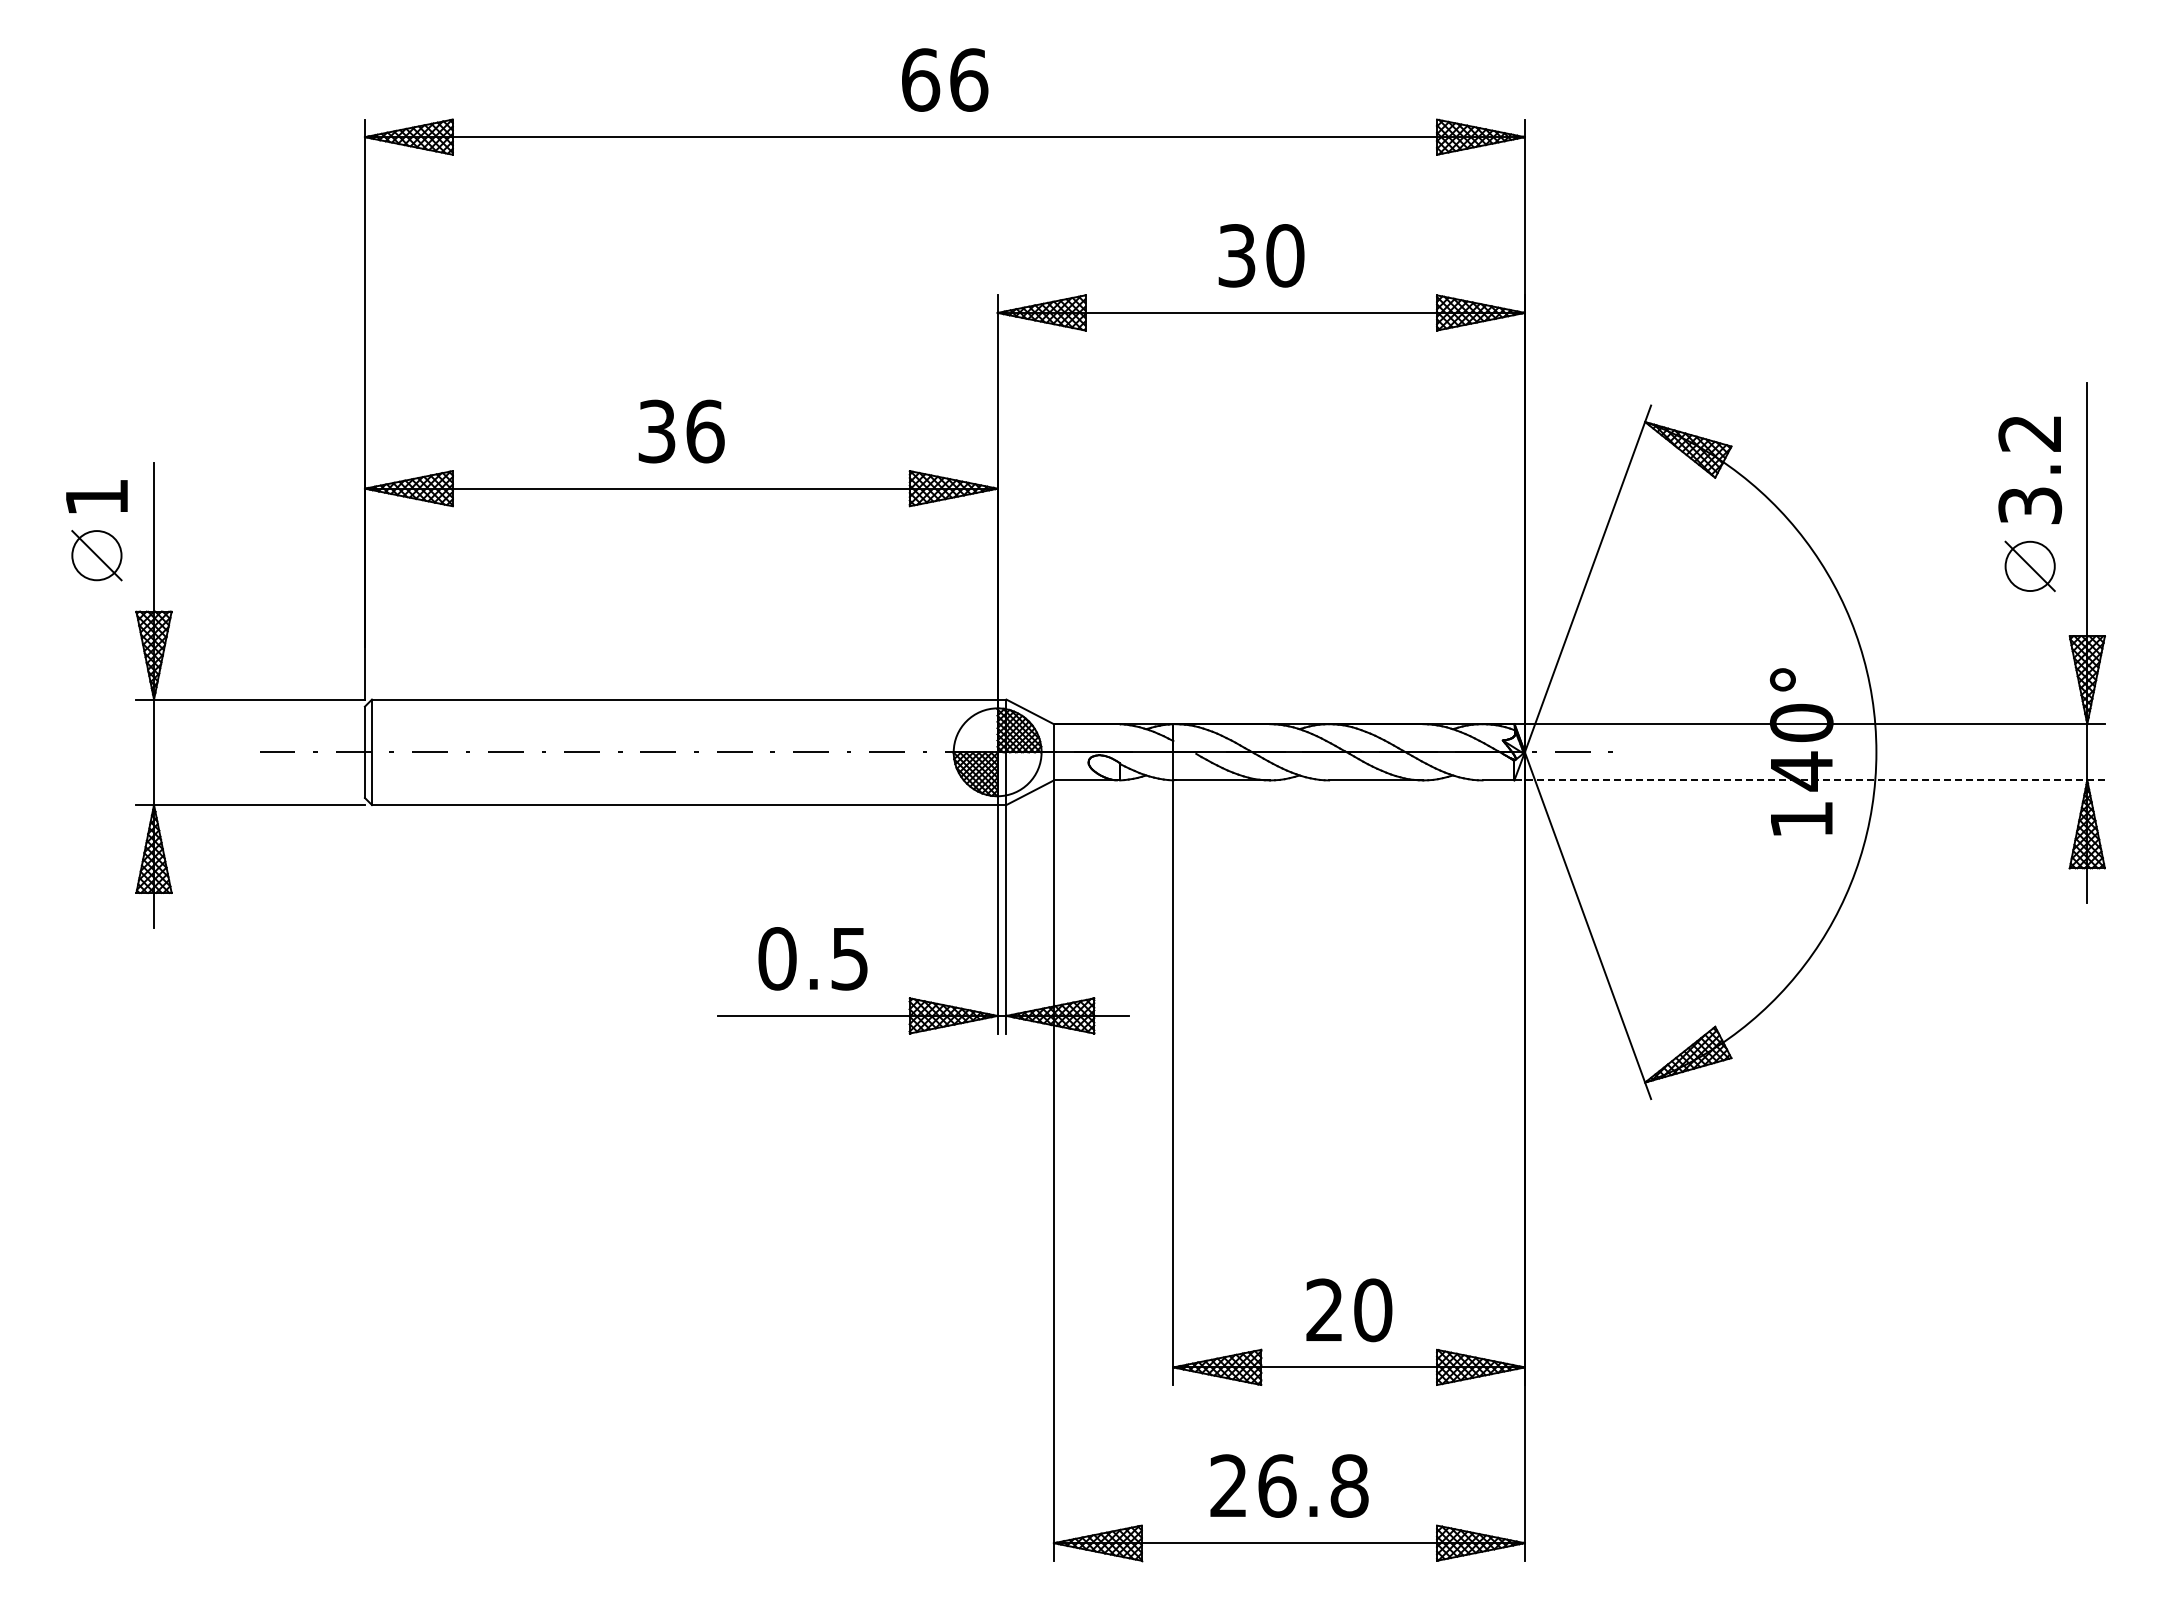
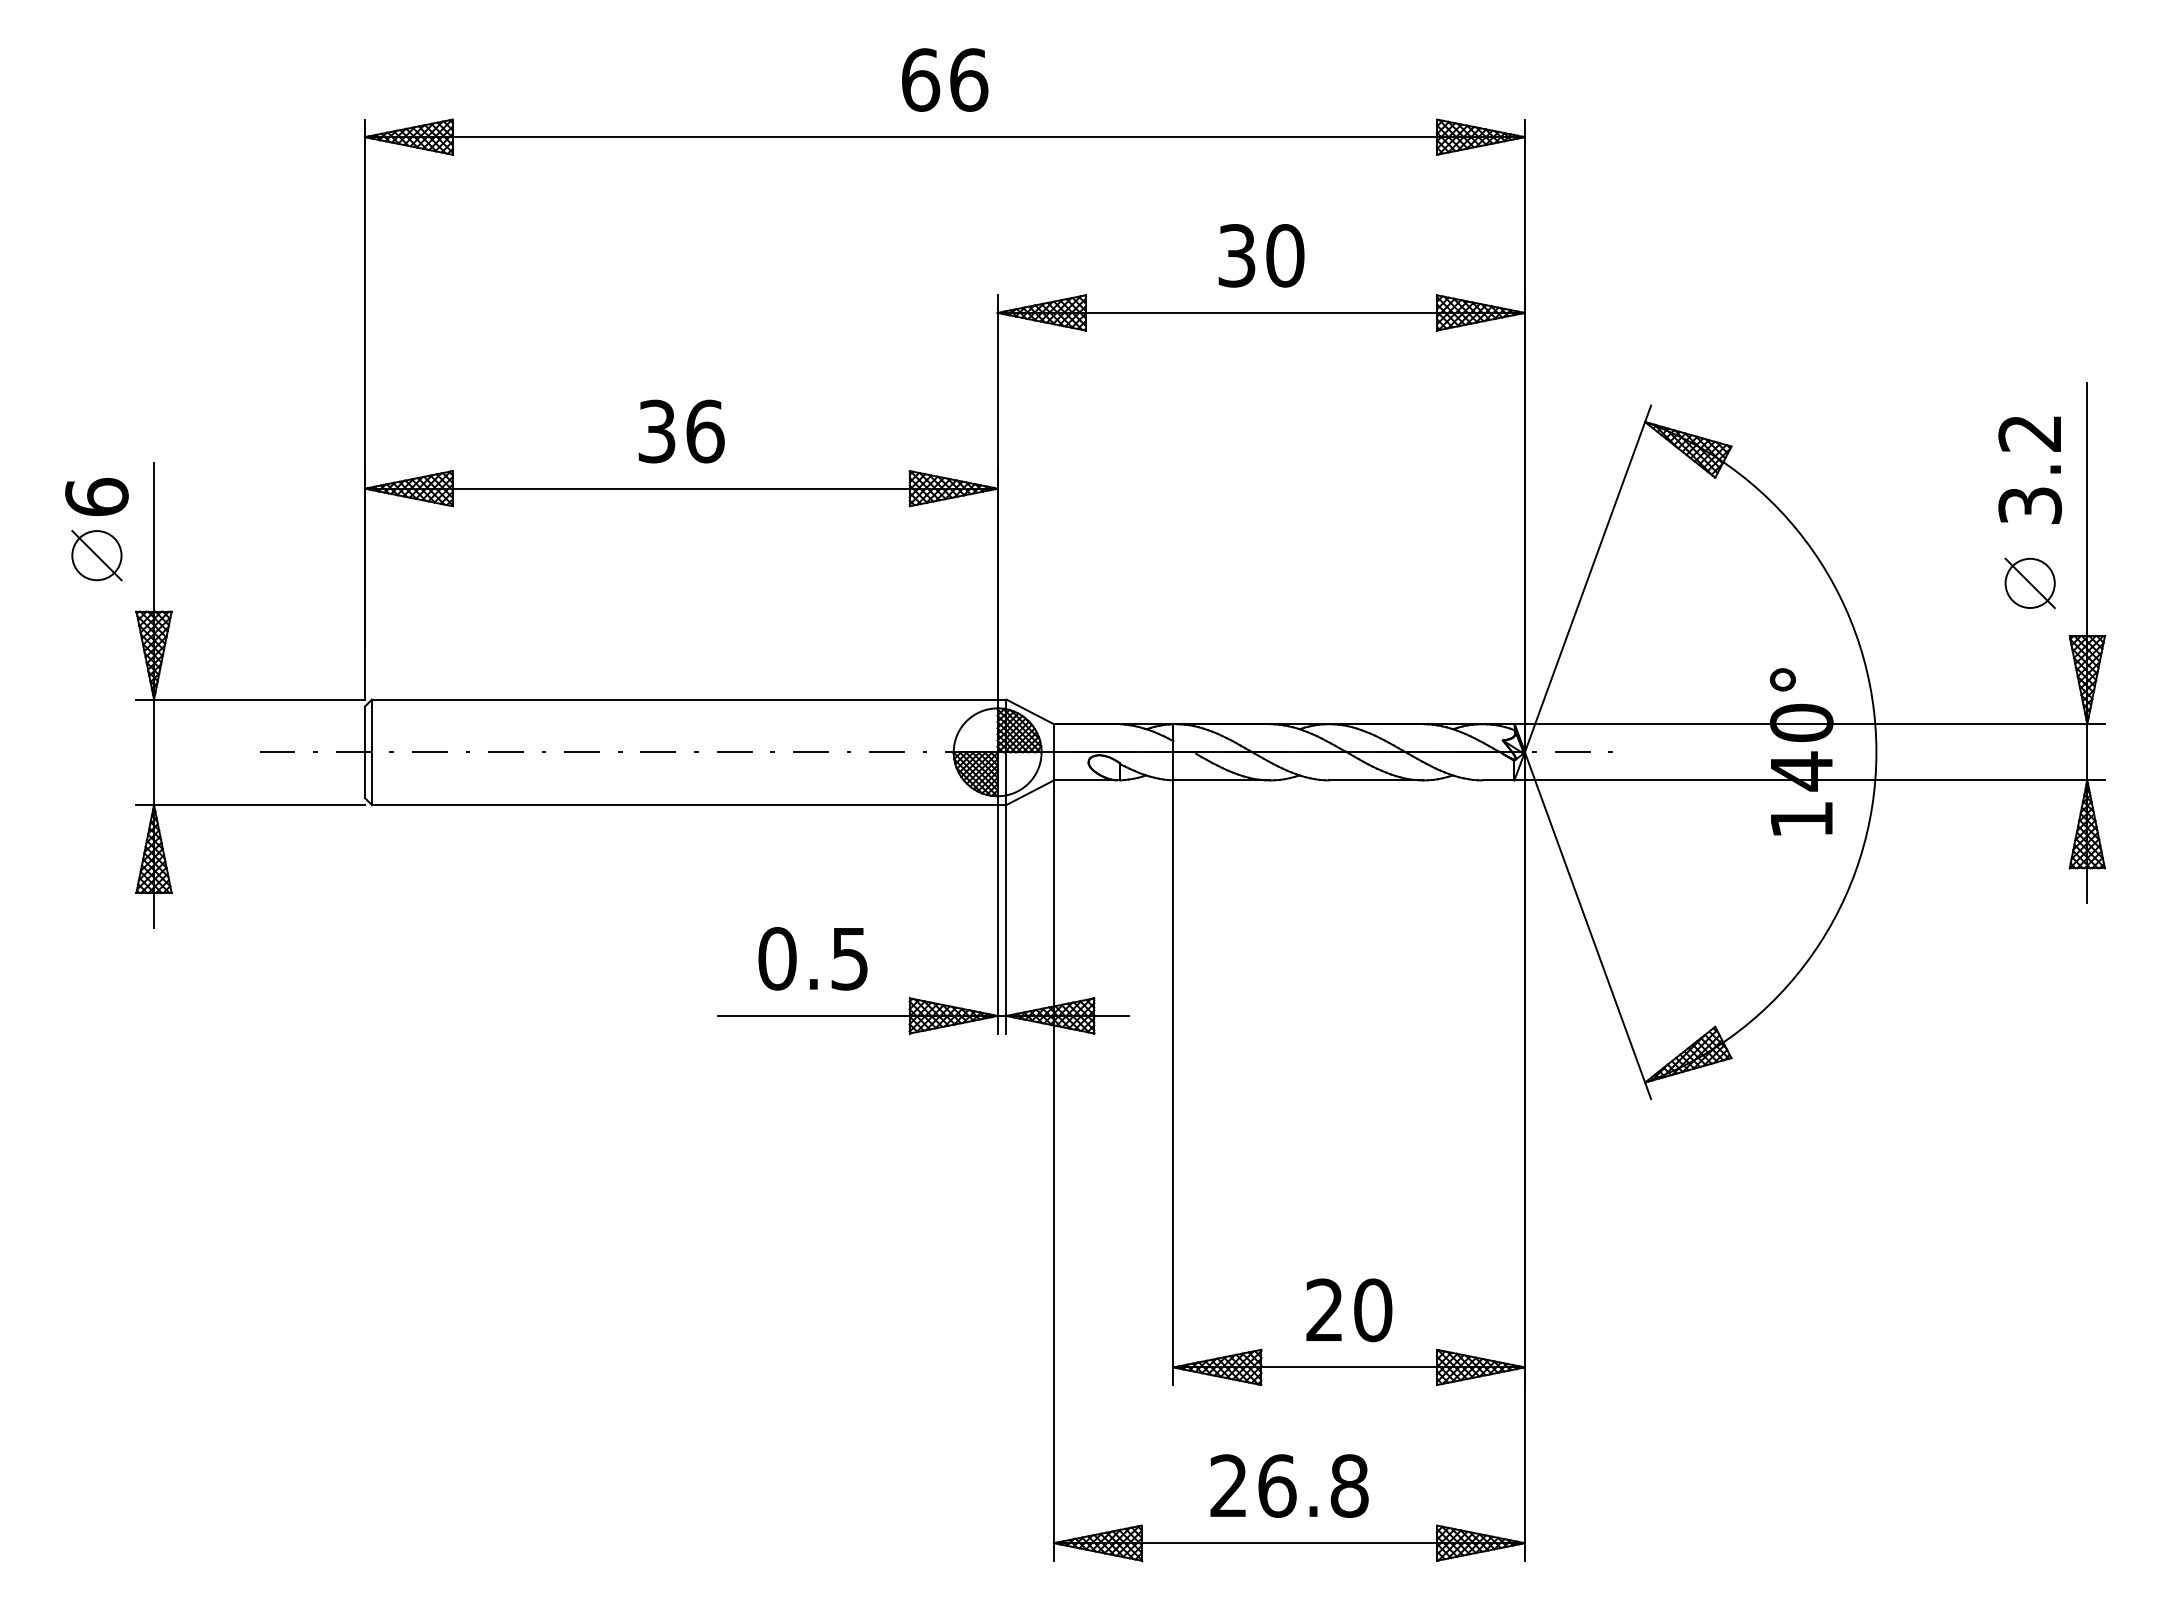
text at (96, 497): 1 -> 6
part at (2029, 566) position: (2029, 566) -> (2029, 583)
line at (1810, 780): dashed -> solid
